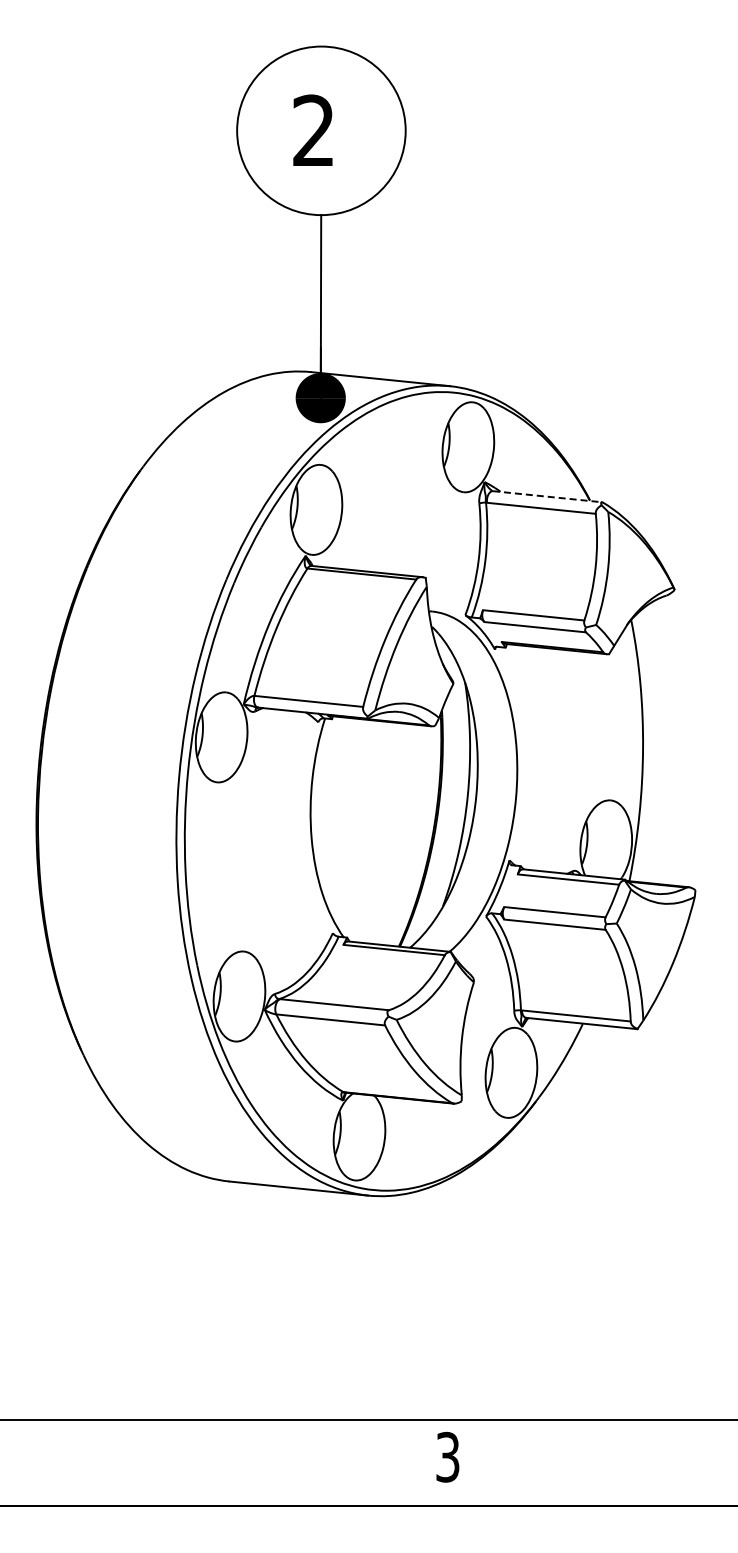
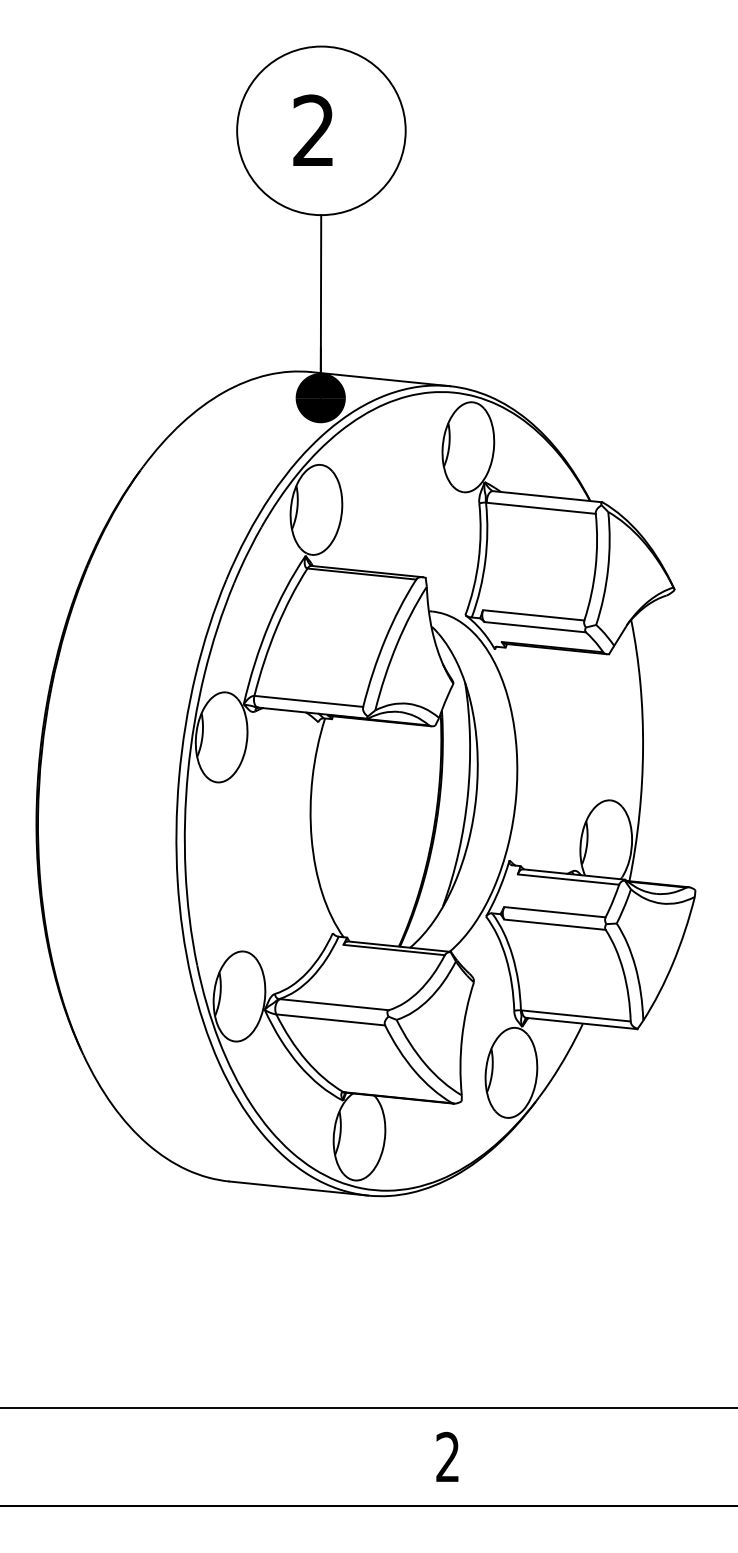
line at (547, 496): dashed -> solid
line at (368, 1420) position: (368, 1420) -> (368, 1408)
text at (447, 1457): 3 -> 2
